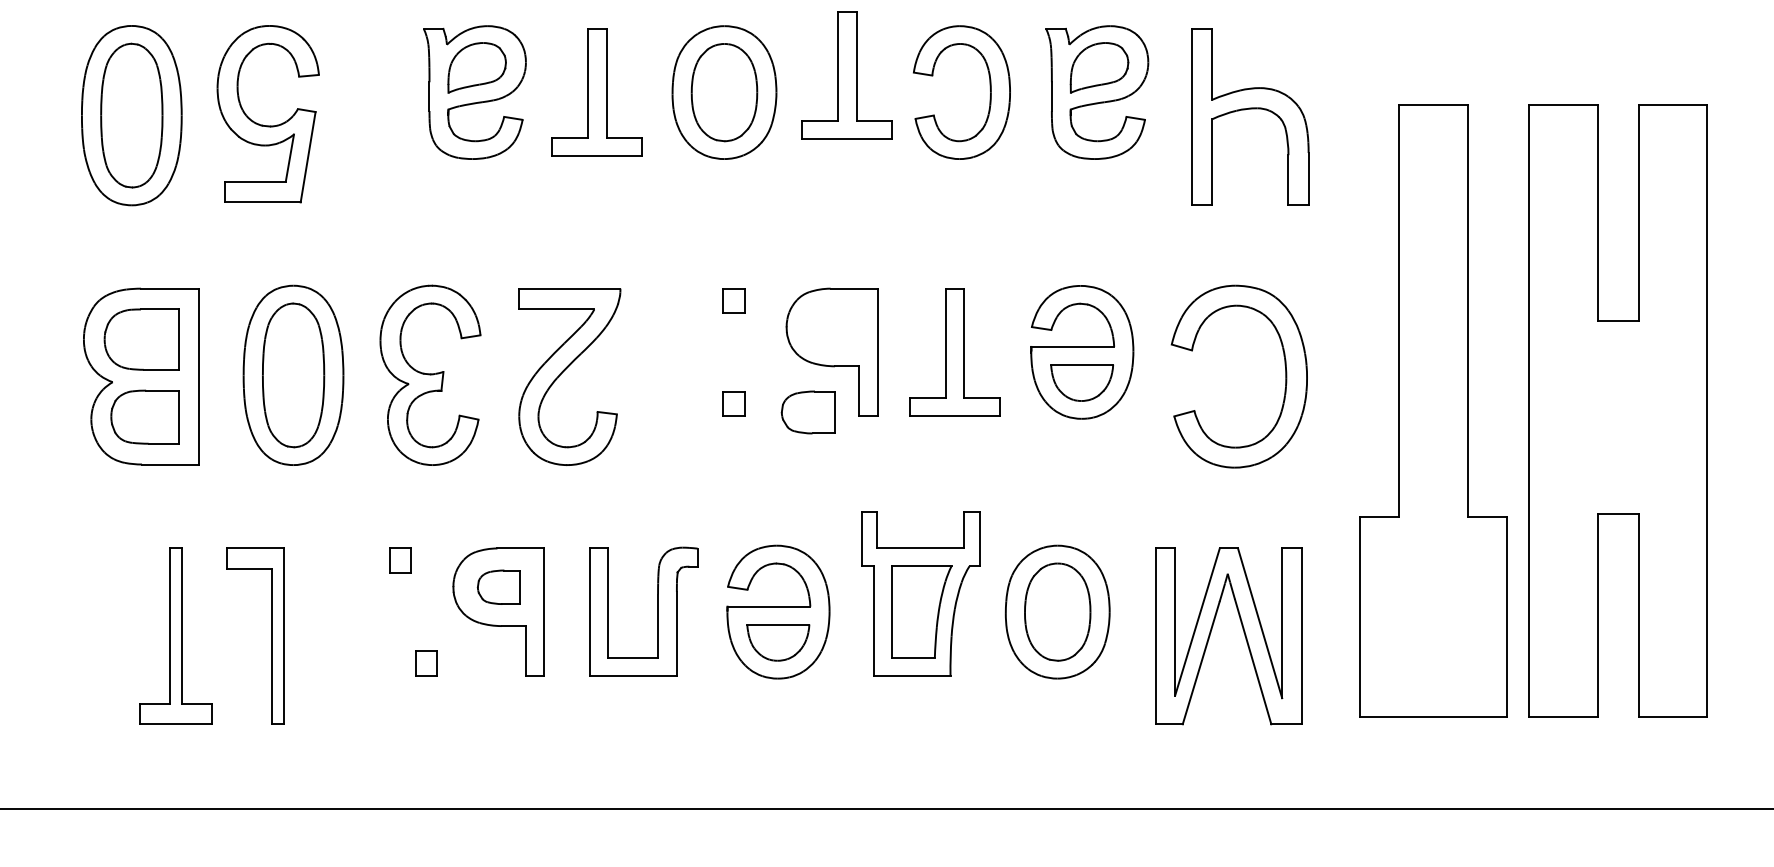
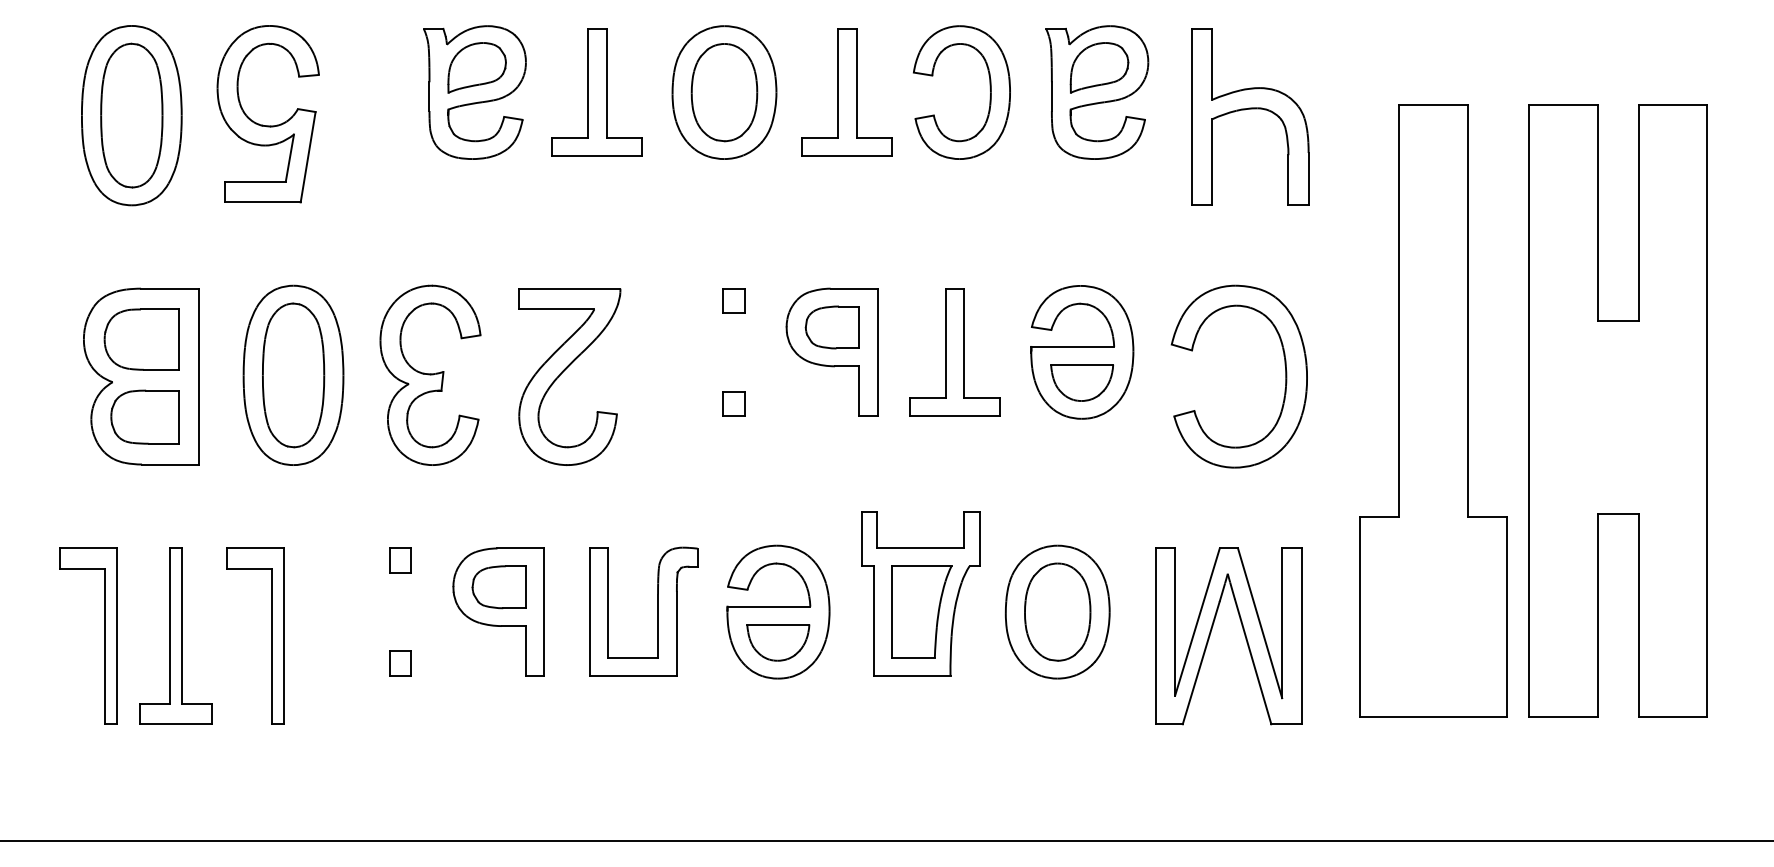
part at (846, 75) position: (846, 75) -> (846, 92)
part at (807, 412) position: (807, 412) -> (831, 327)
part at (498, 586) size: 45x36 px -> 56x45 px
part at (104, 635): none -> present
part at (426, 663) position: (426, 663) -> (400, 663)
line at (886, 809) position: (886, 809) -> (886, 841)
